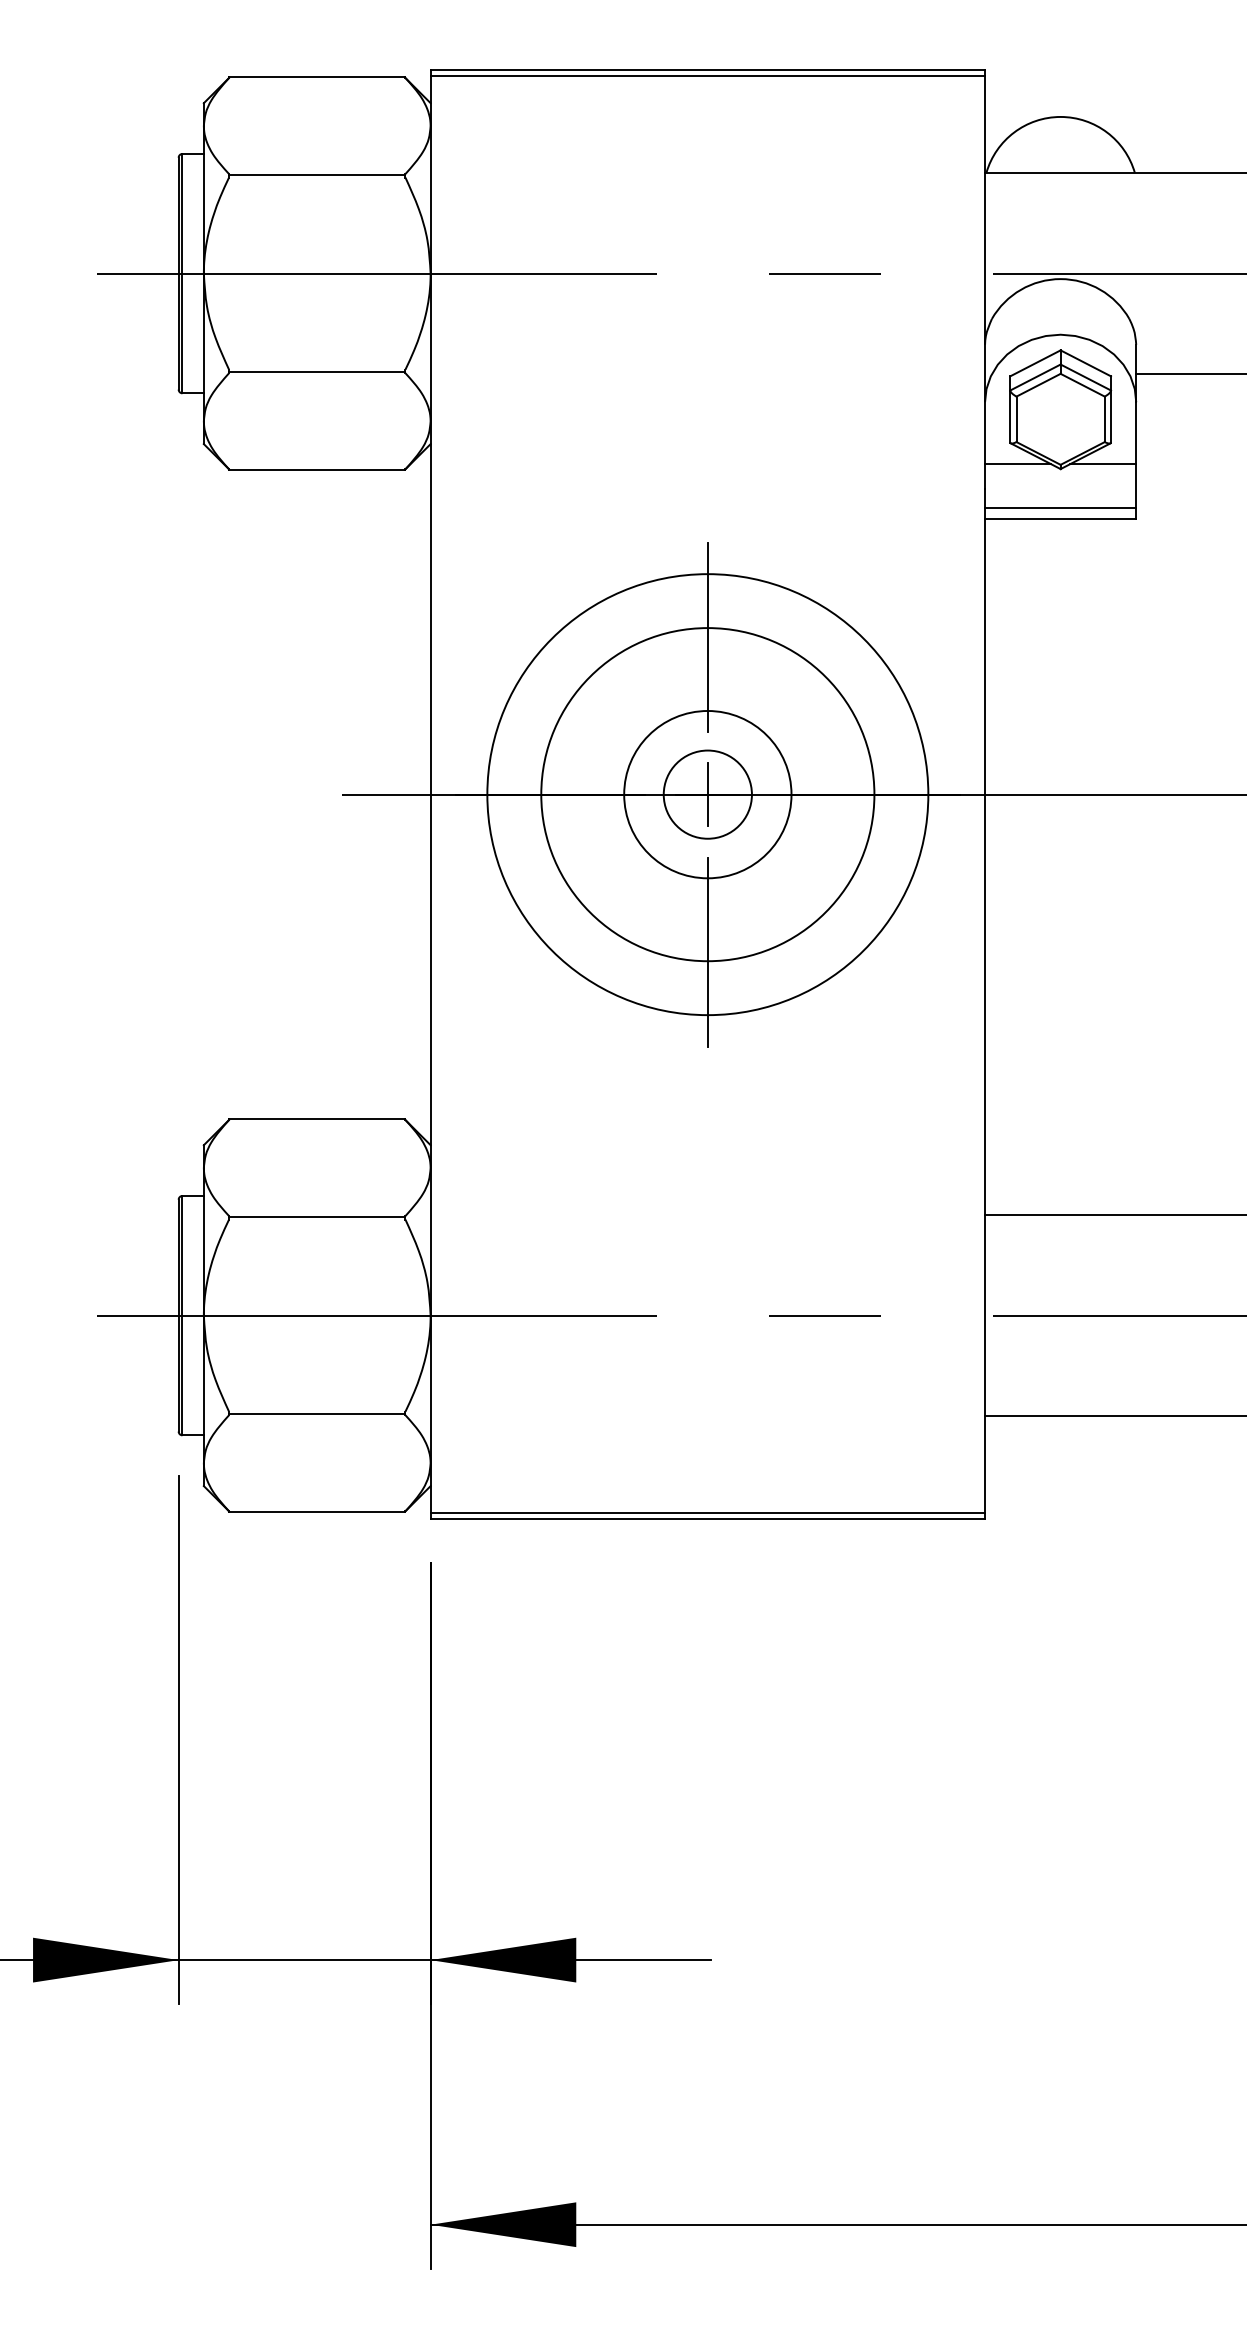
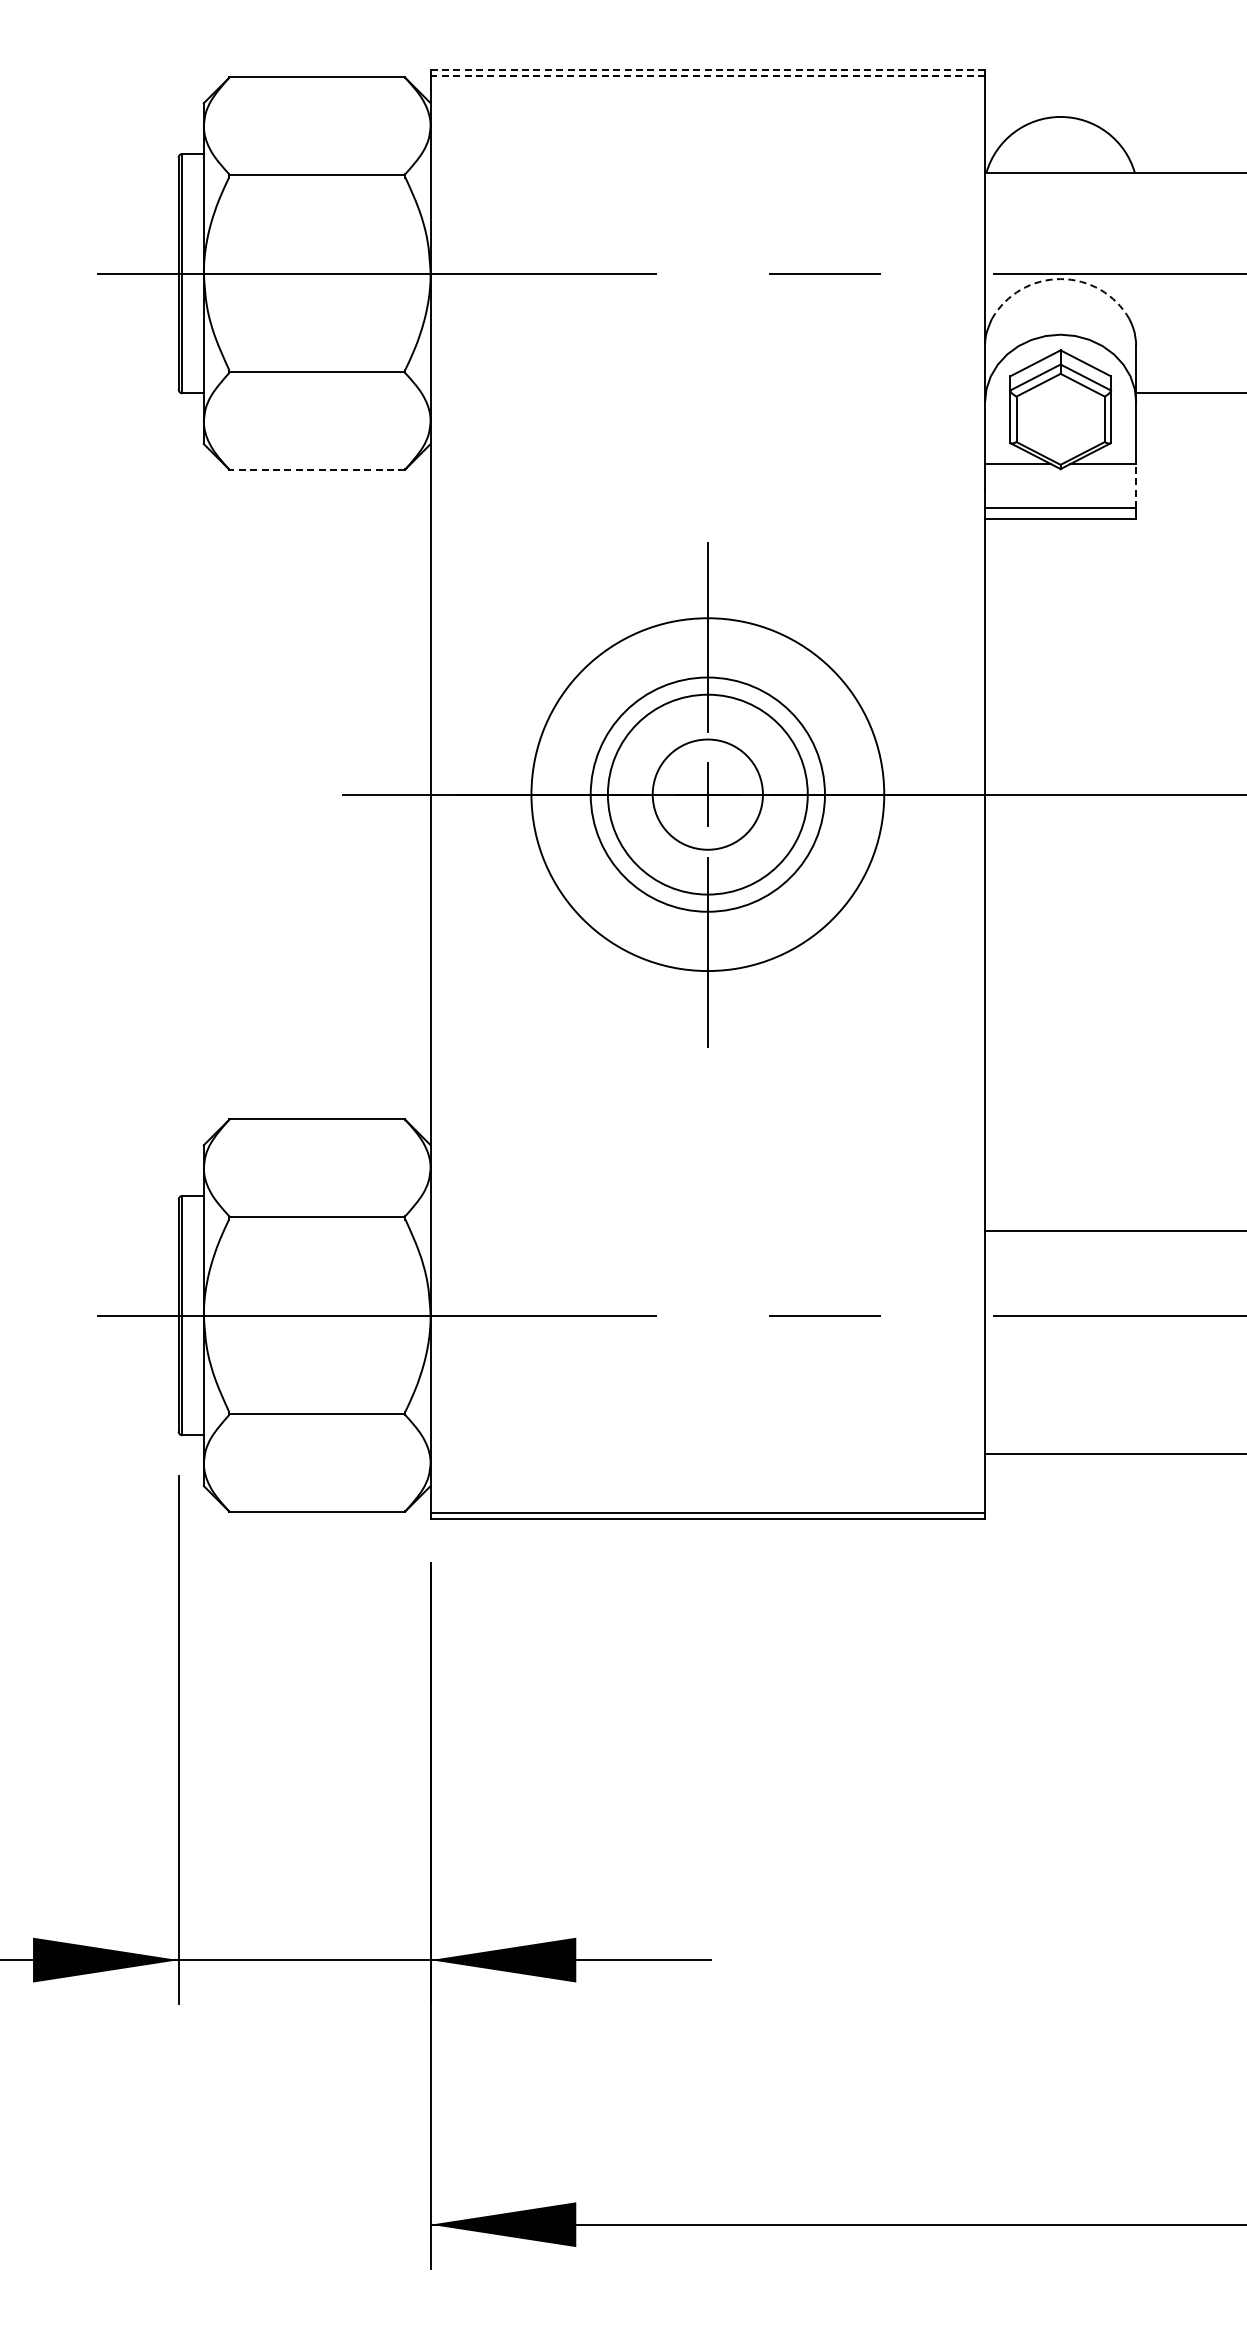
line at (708, 70): solid -> dashed
line at (707, 76): solid -> dashed
arc at (1060, 279): solid -> dashed
line at (1189, 374) position: (1189, 374) -> (1189, 393)
line at (316, 470): solid -> dashed
line at (1136, 485): solid -> dashed
circle at (707, 794) diameter: 167 px -> 234 px
circle at (707, 794) diameter: 333 px -> 200 px
circle at (707, 794) diameter: 441 px -> 353 px
circle at (707, 794) diameter: 88 px -> 110 px
line at (1114, 1214) position: (1114, 1214) -> (1114, 1230)
line at (1114, 1416) position: (1114, 1416) -> (1114, 1454)
